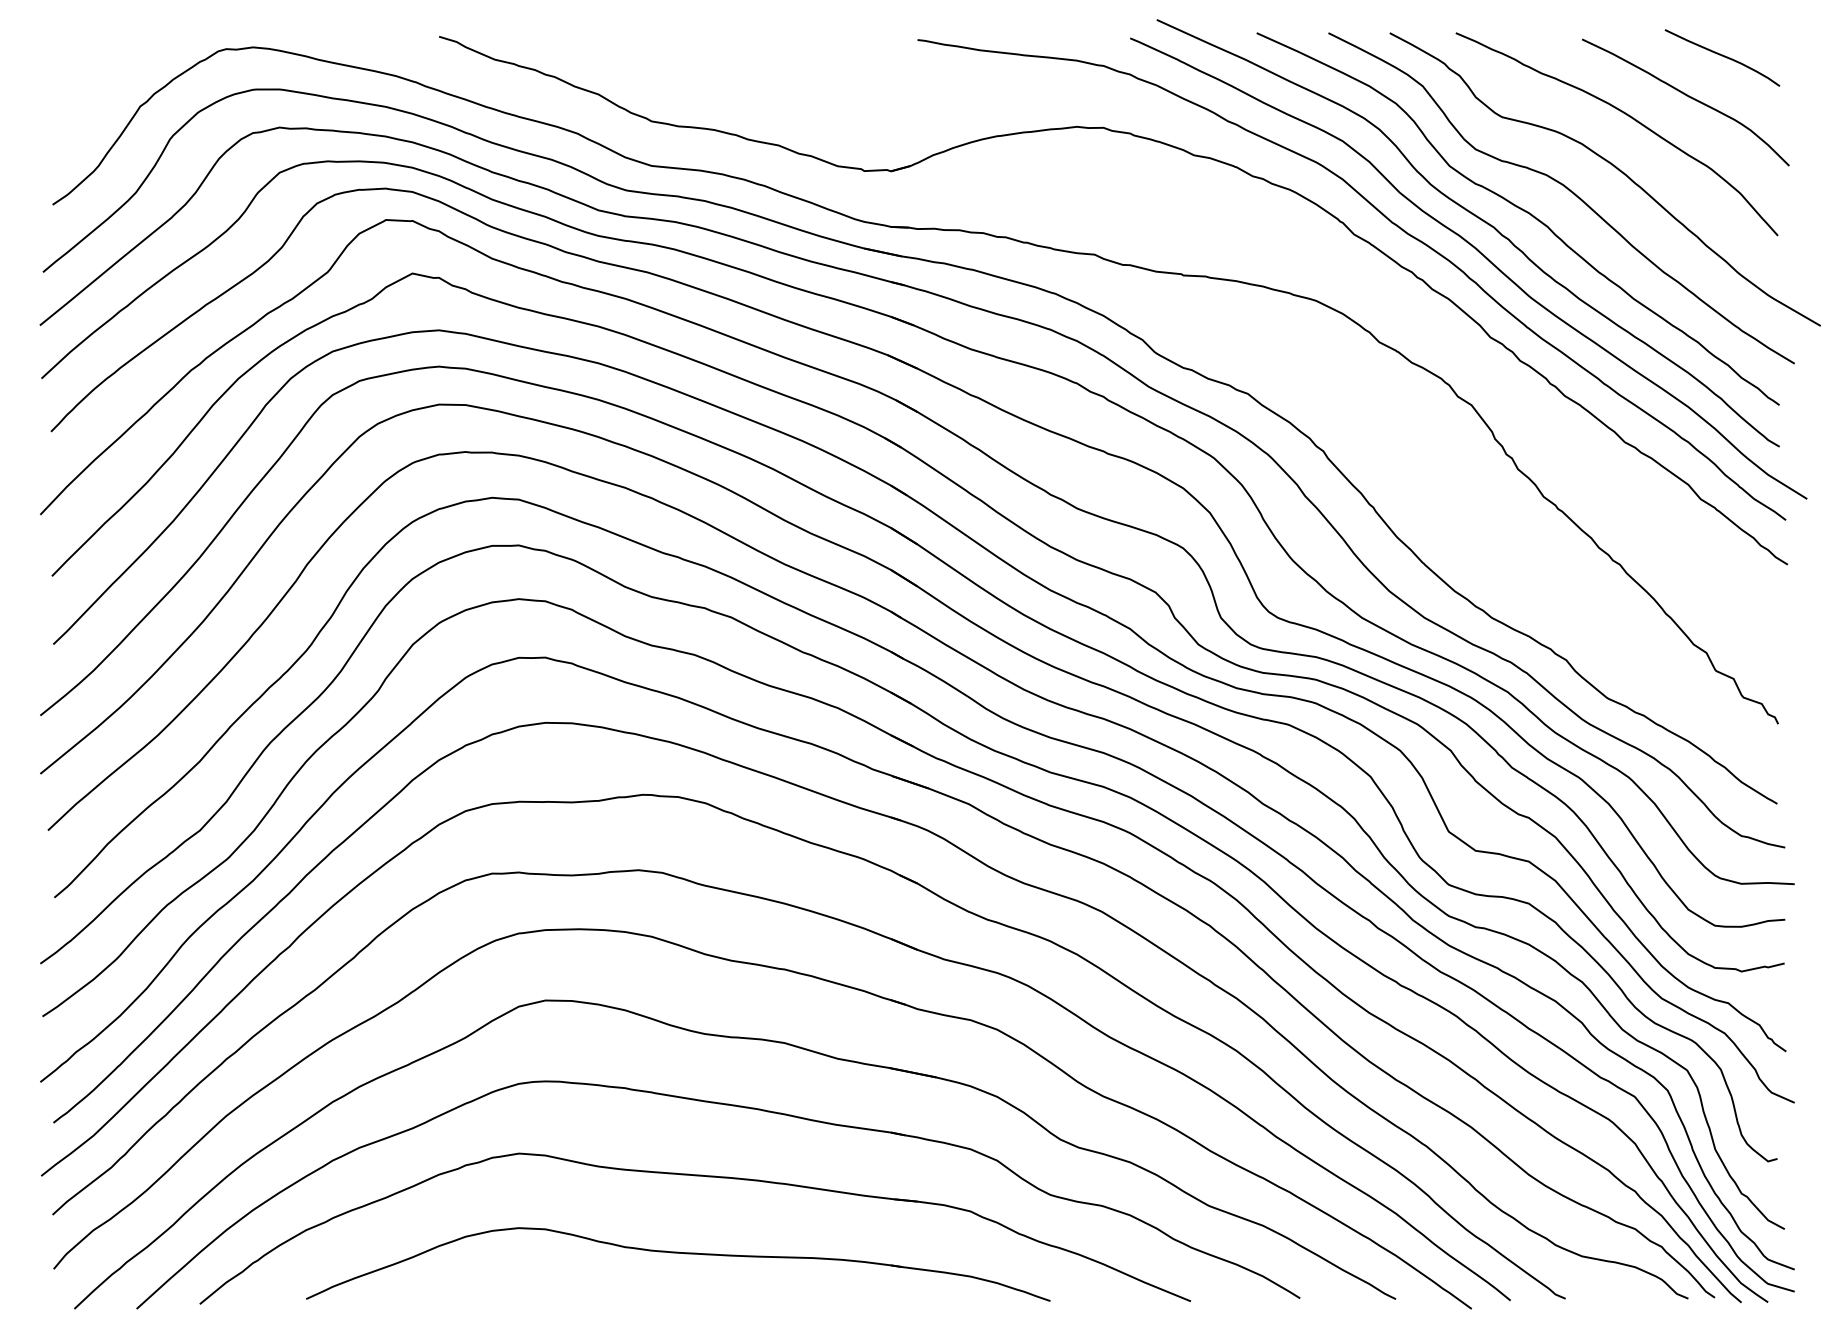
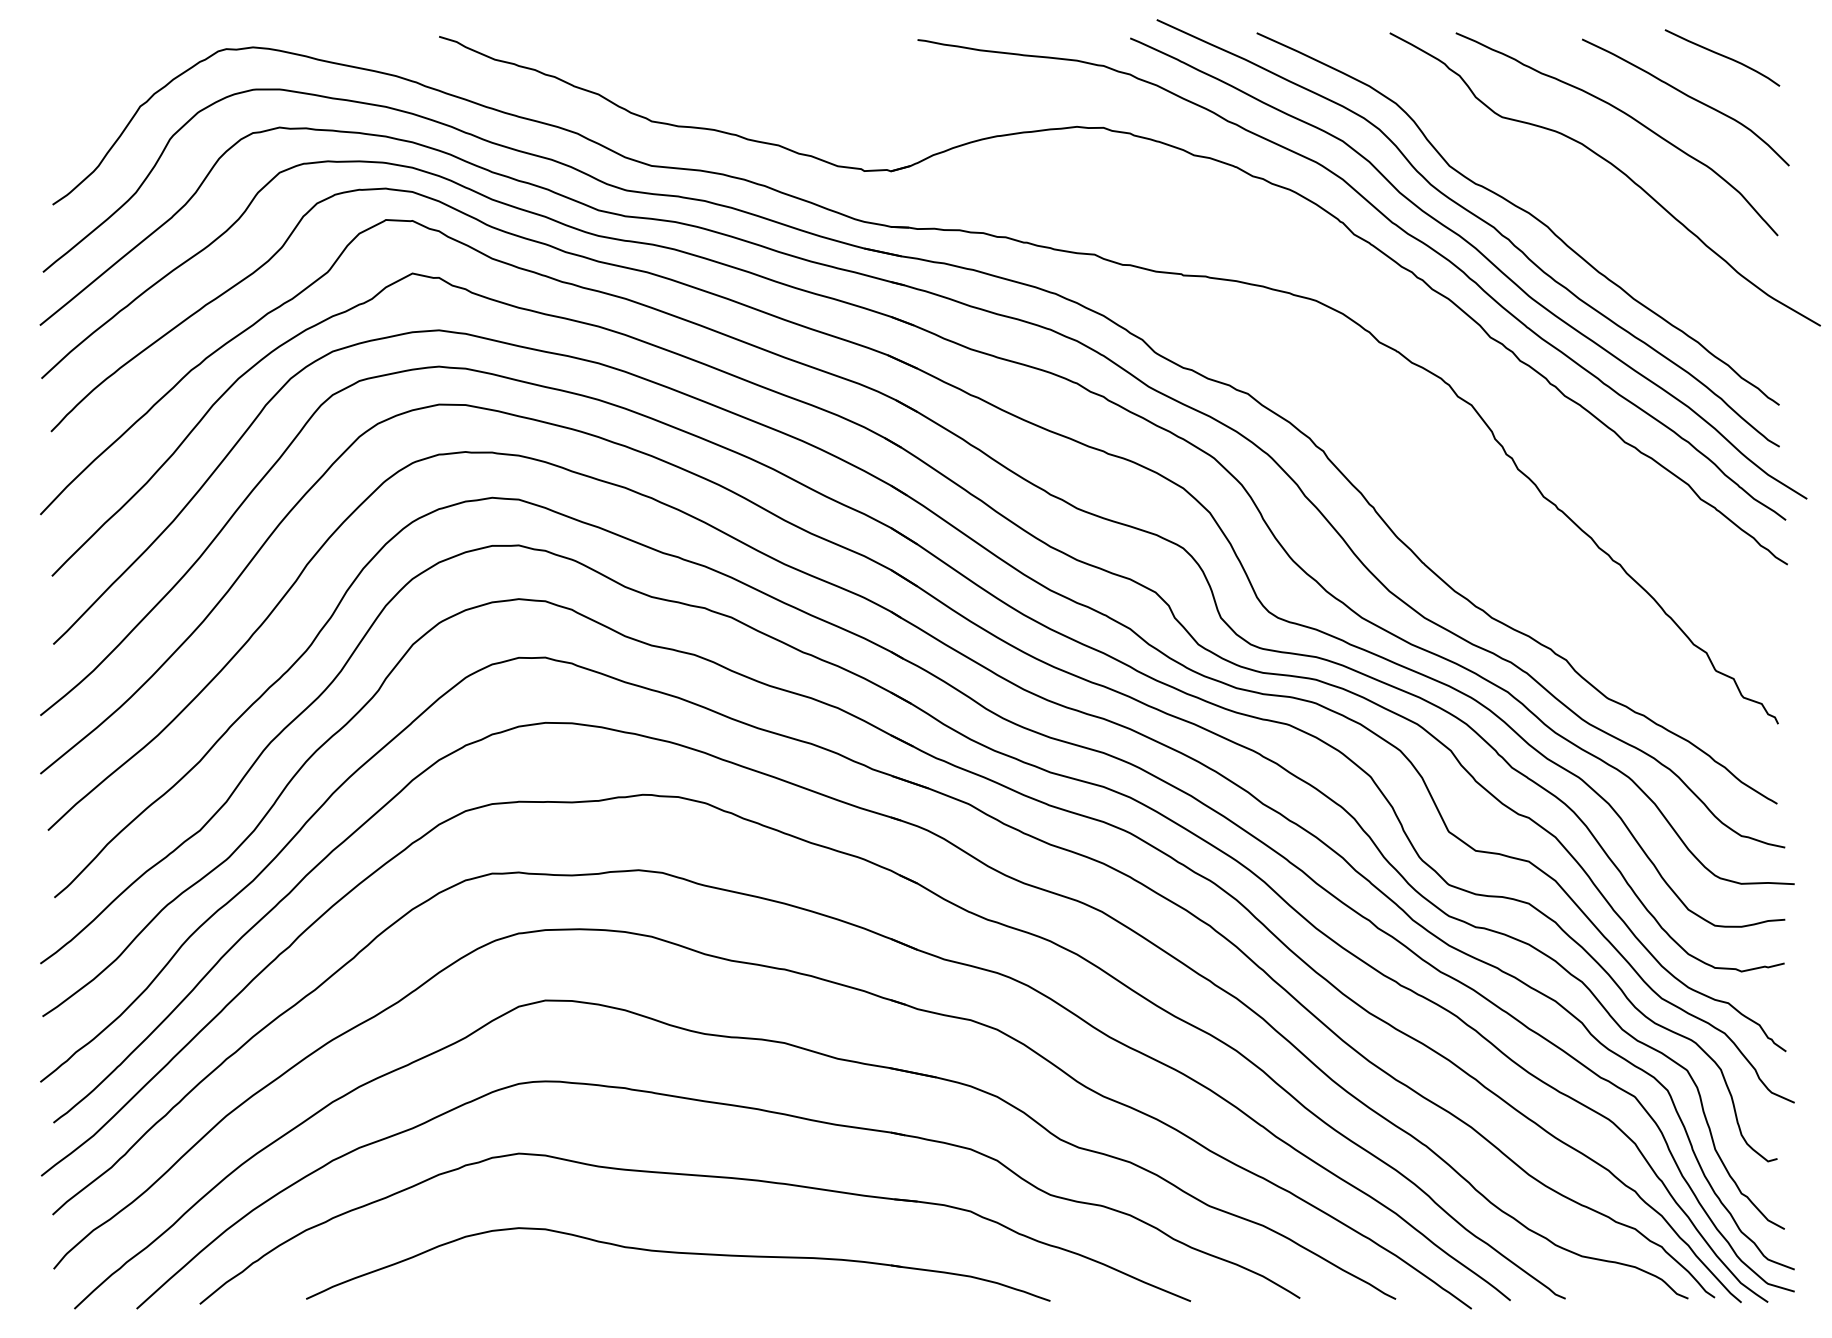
curve at (1568, 190): present -> none
